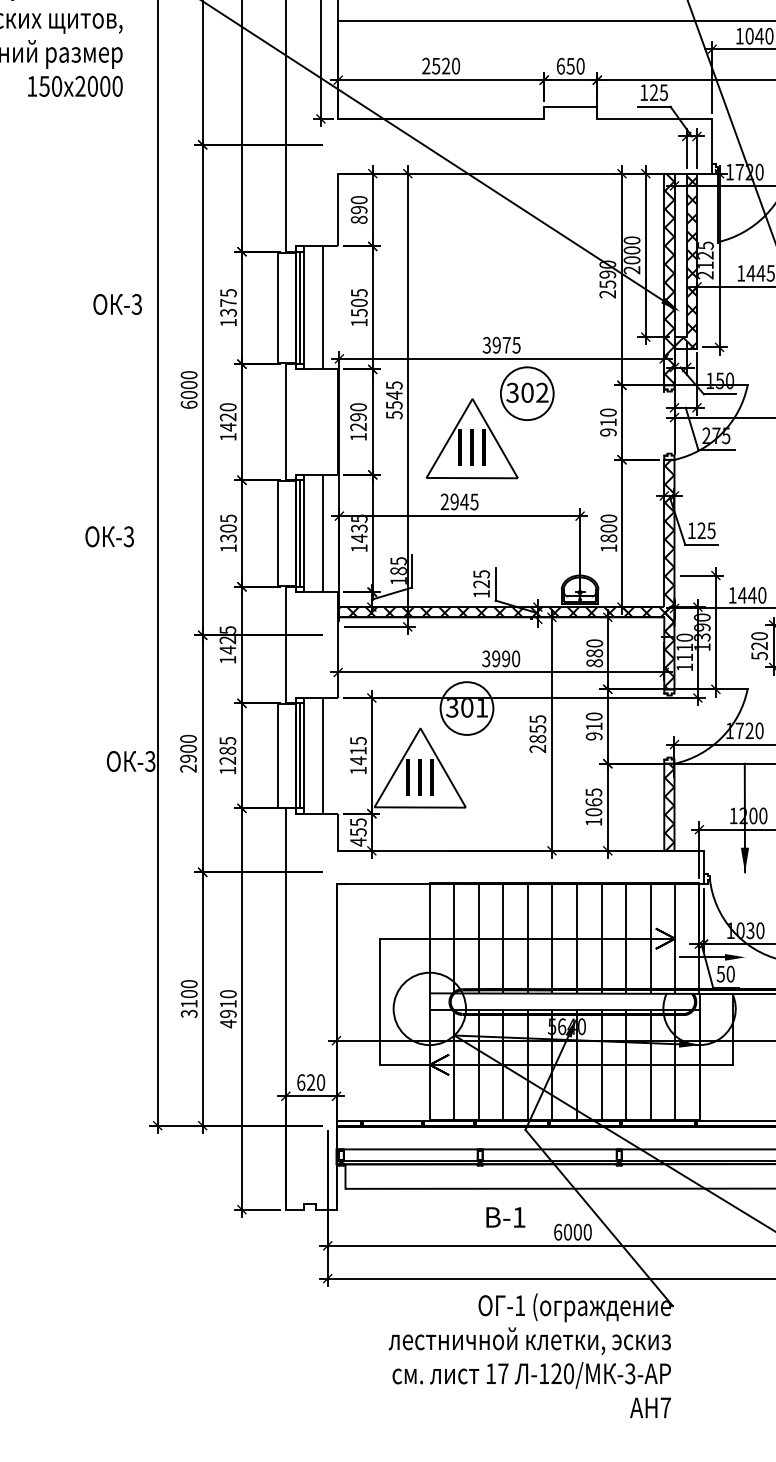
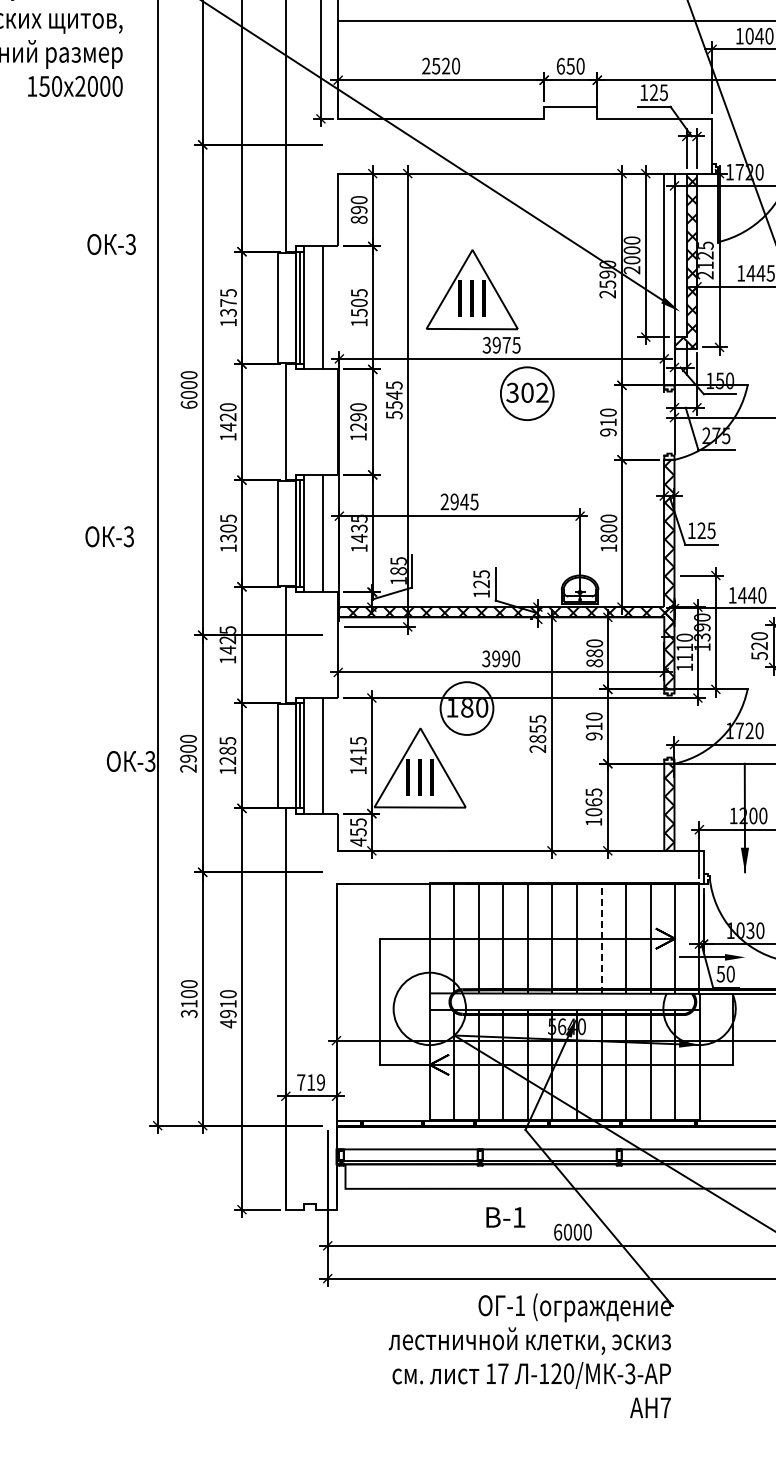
hatch at (669, 279): present -> none
text at (117, 304) position: (117, 304) -> (111, 244)
part at (471, 438) position: (471, 438) -> (471, 289)
text at (467, 708): 301 -> 180
line at (601, 938): solid -> dashed
text at (311, 1082): 620 -> 719
